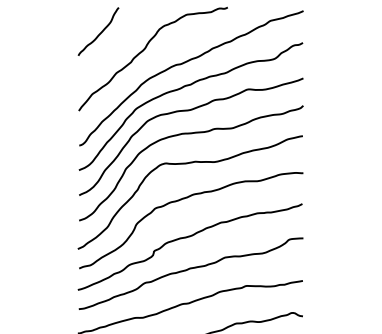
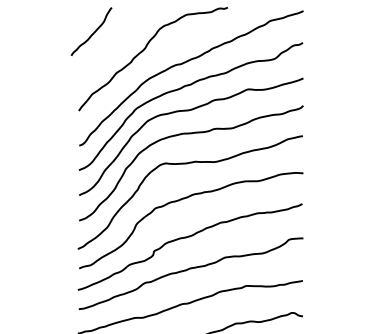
curve at (100, 32) position: (100, 32) -> (93, 32)
